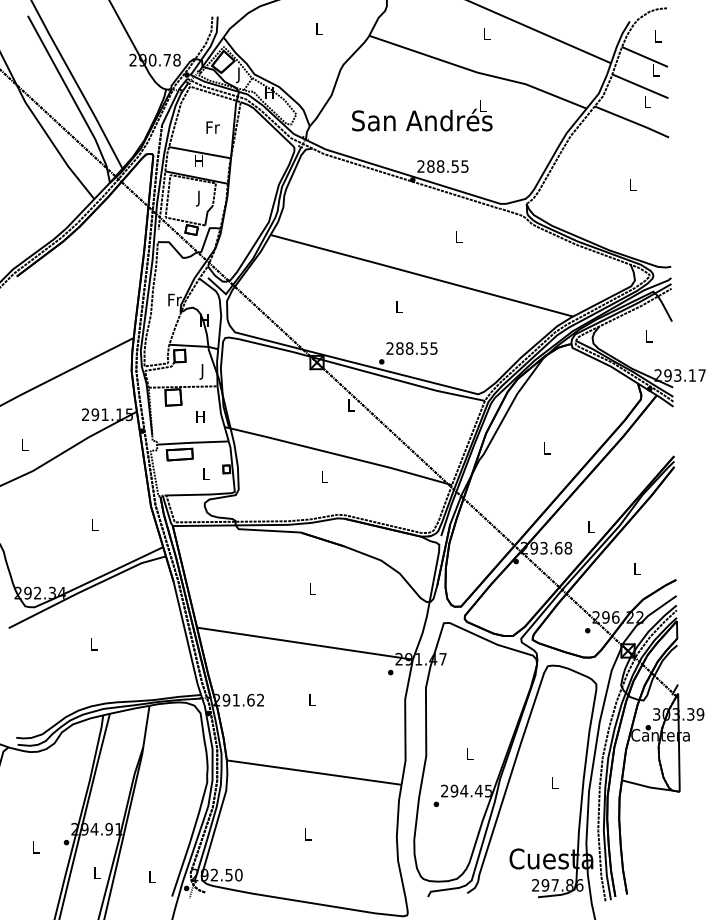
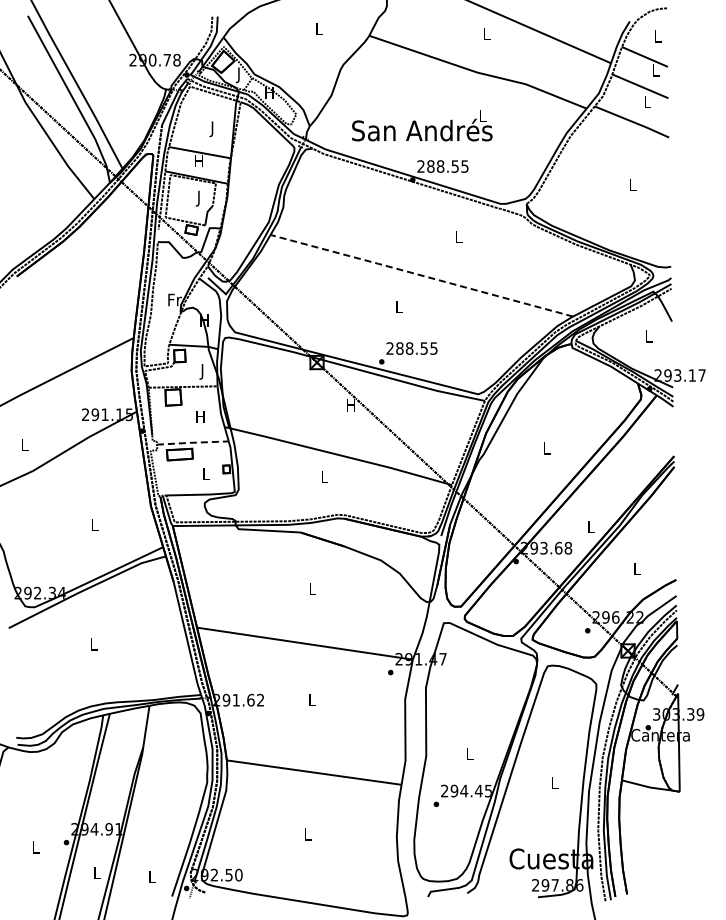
text at (422, 115) position: (422, 115) -> (422, 125)
text at (212, 129): Fr -> J
line at (420, 275): solid -> dashed
text at (350, 405): L -> H
line at (192, 442): solid -> dashed
